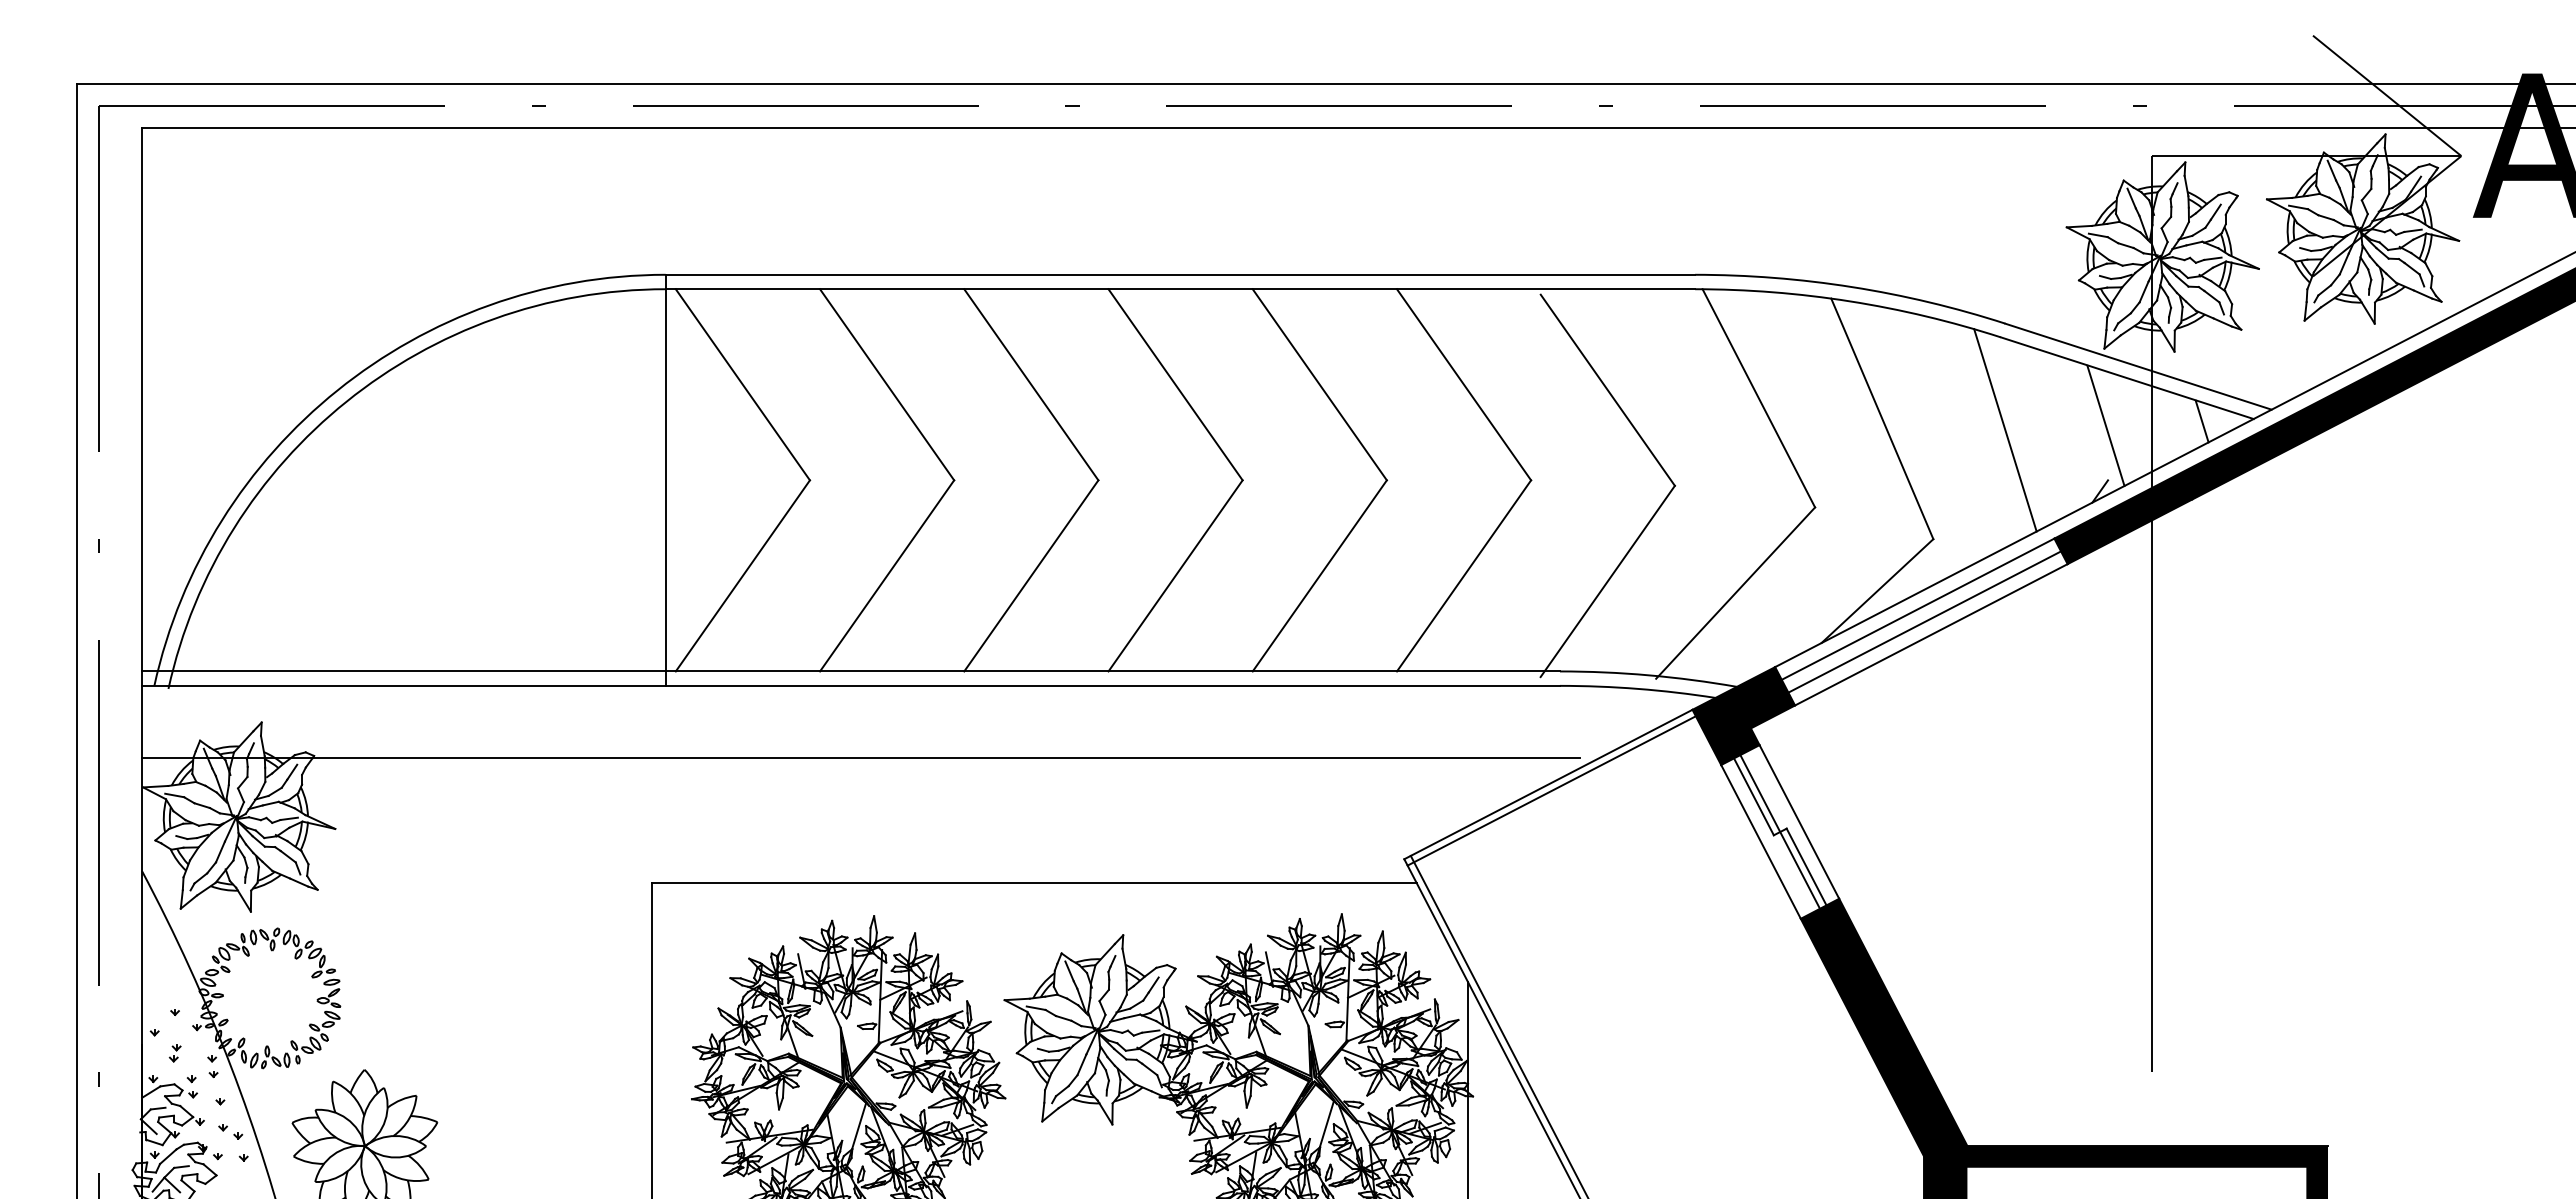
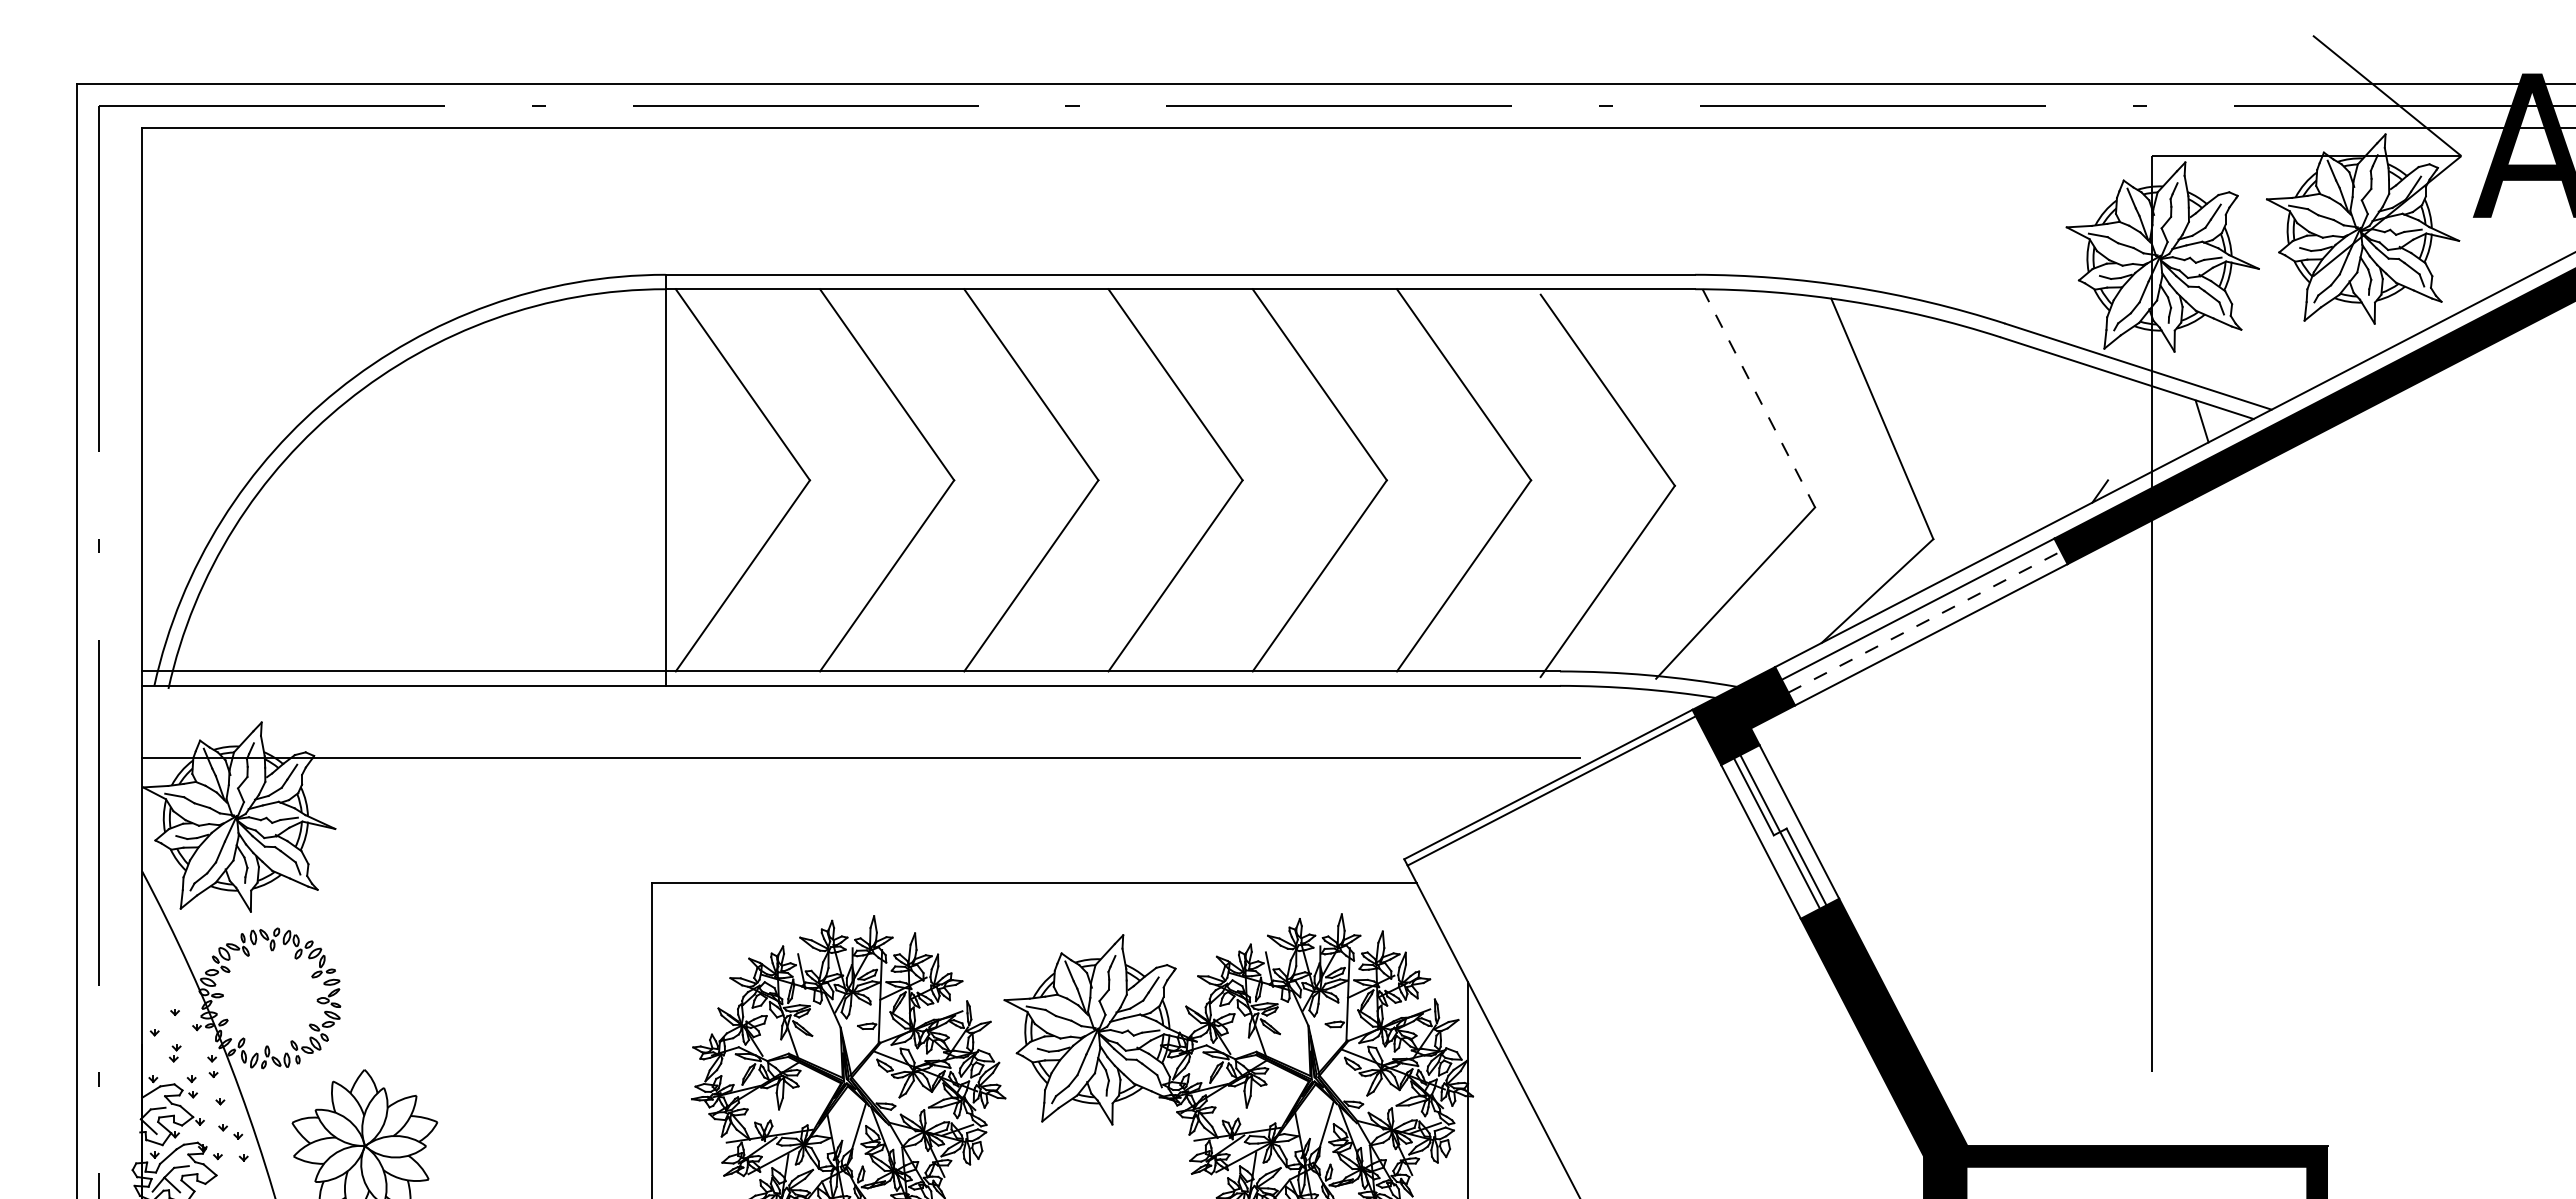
line at (1758, 398): solid -> dashed
line at (2105, 425): present -> none
line at (2005, 430): present -> none
line at (1924, 622): solid -> dashed
line at (1498, 1025): present -> none
